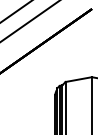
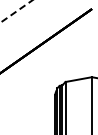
line at (16, 11): solid -> dashed
line at (29, 21): present -> none
